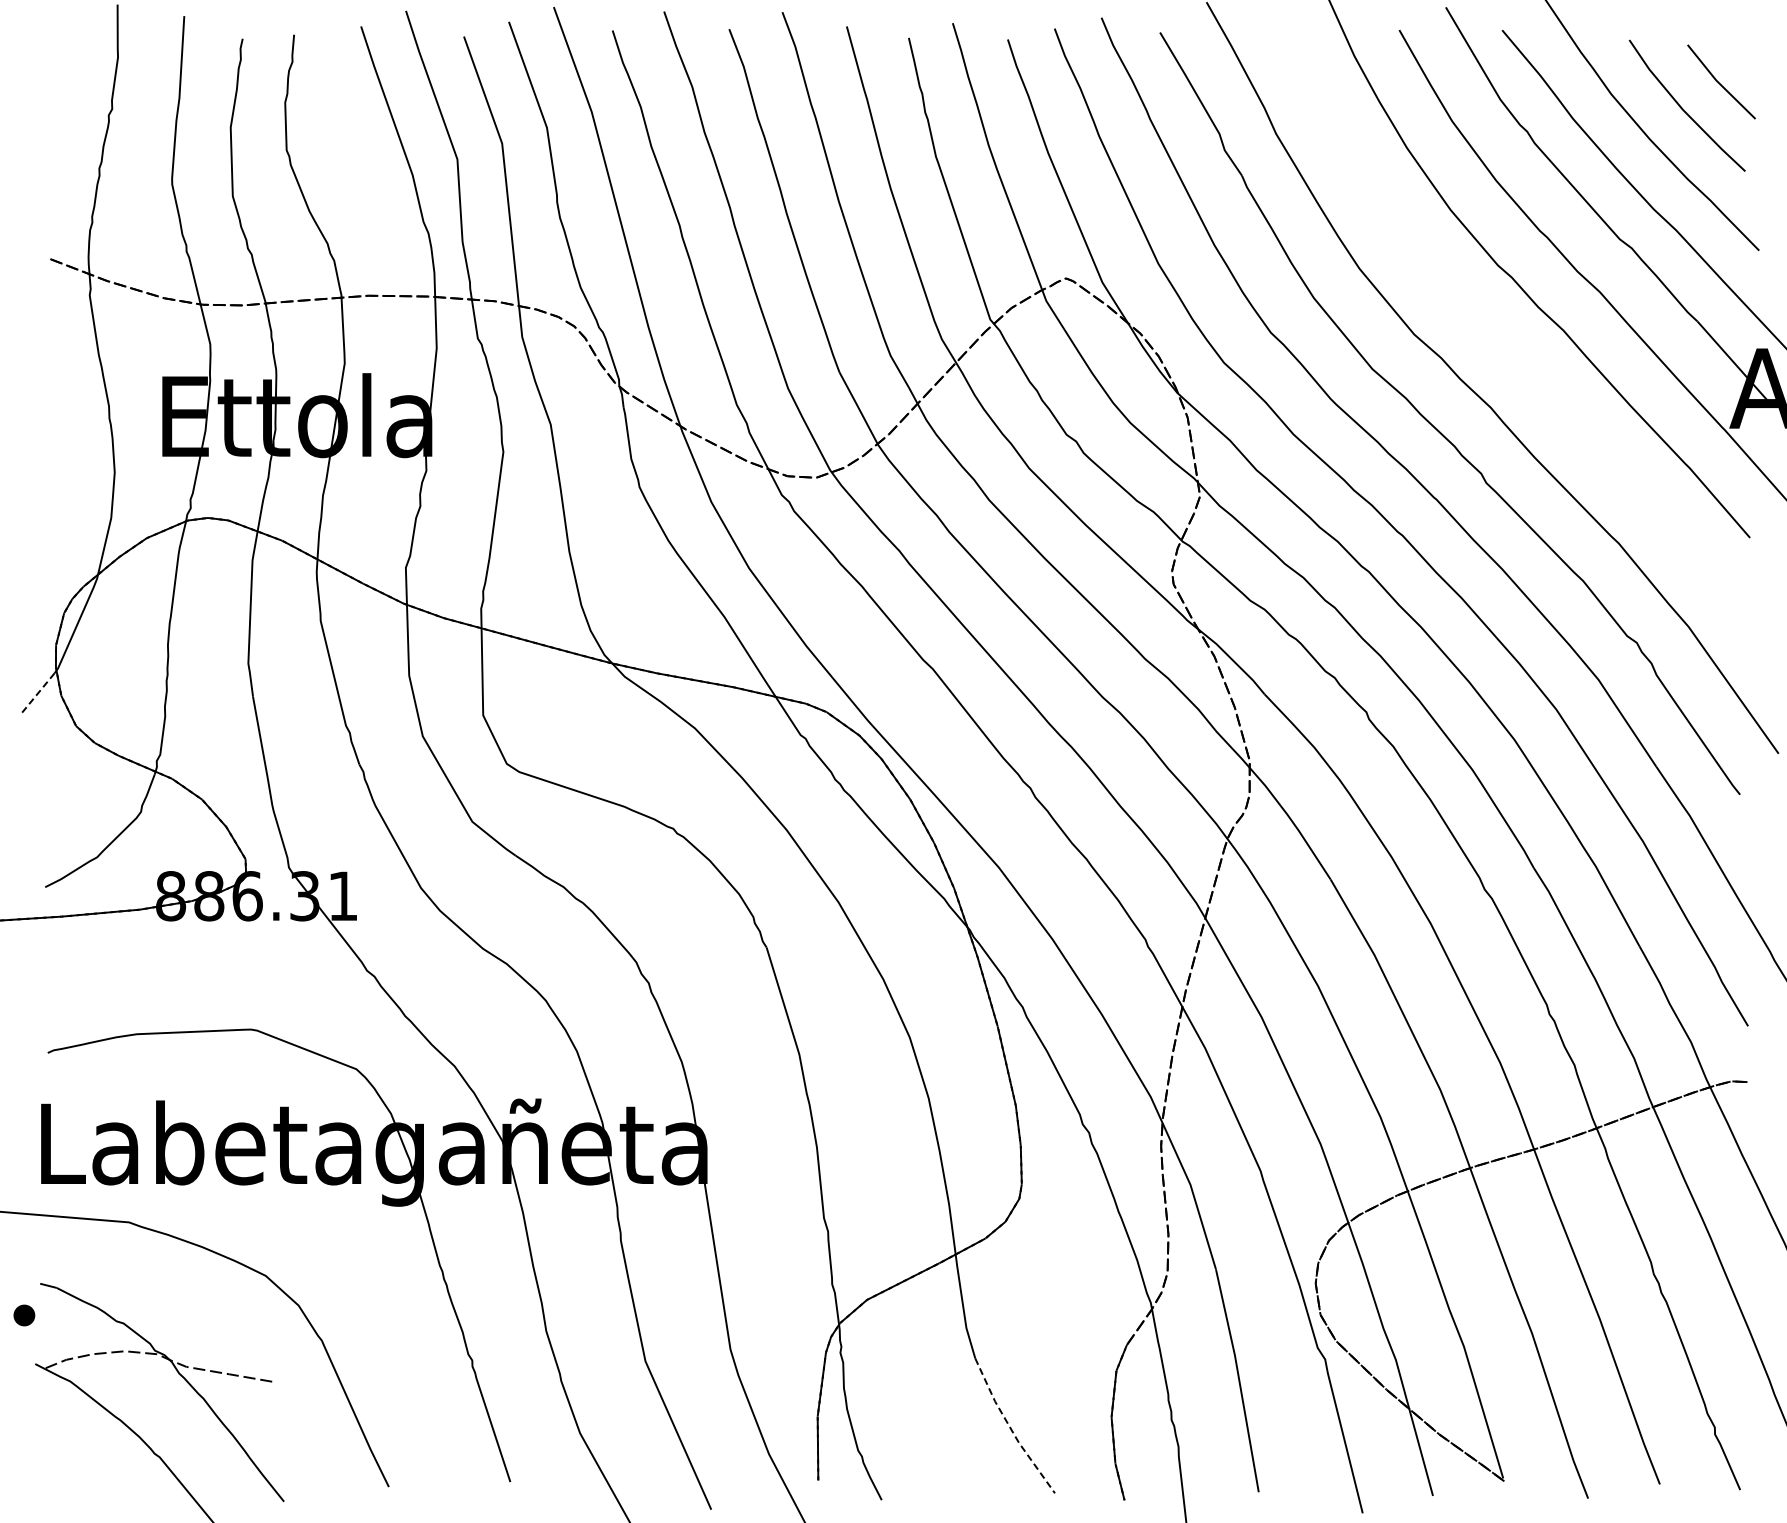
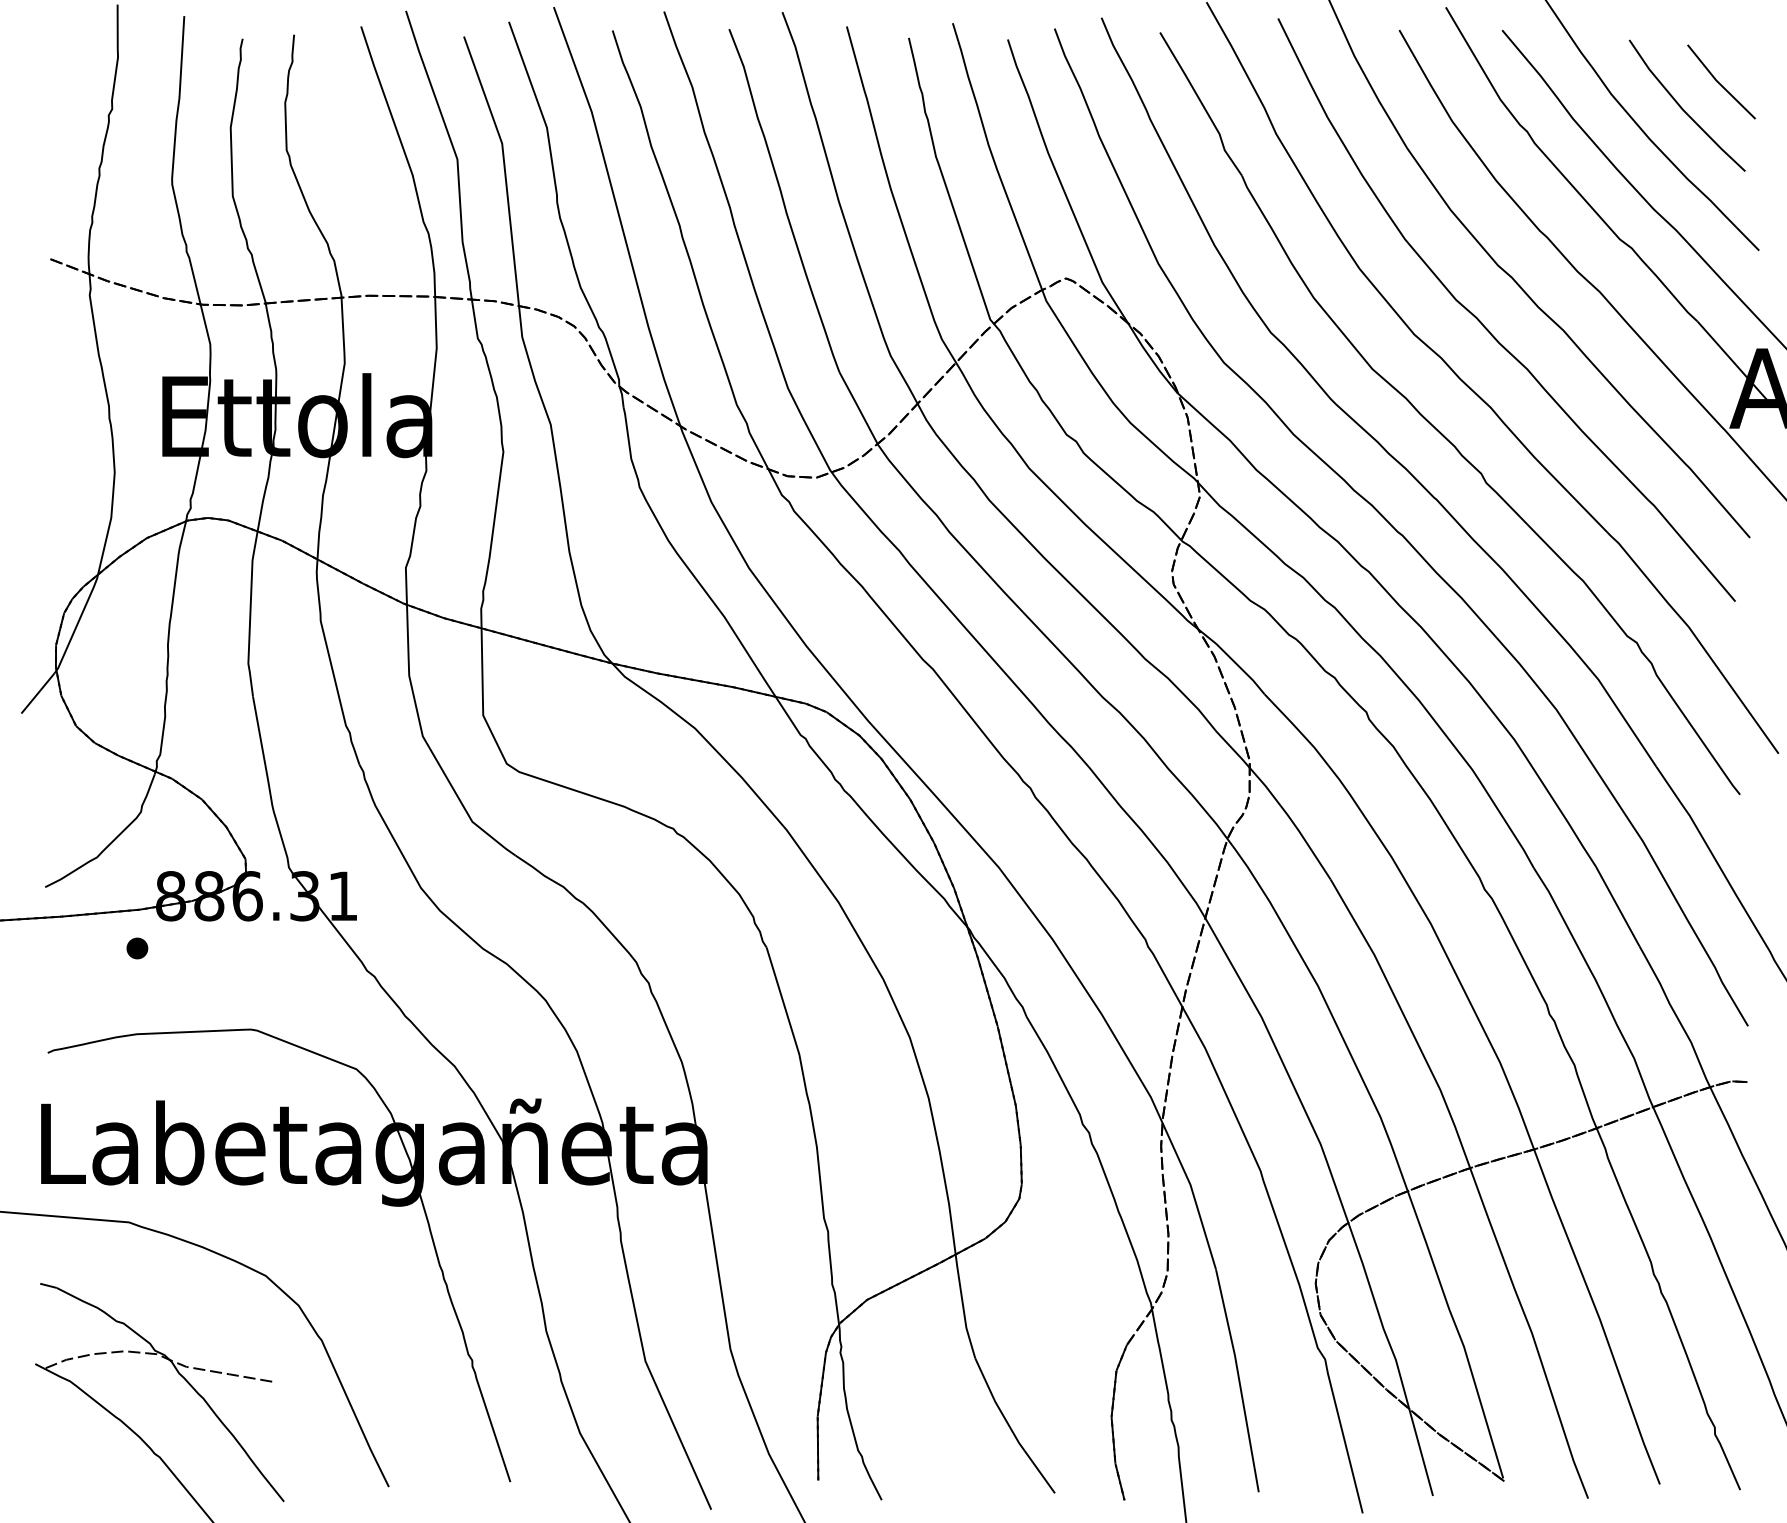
curve at (1487, 328): none -> present
line at (37, 693): dashed -> solid
part at (24, 1315) position: (24, 1315) -> (137, 948)
line at (1010, 1428): dashed -> solid
